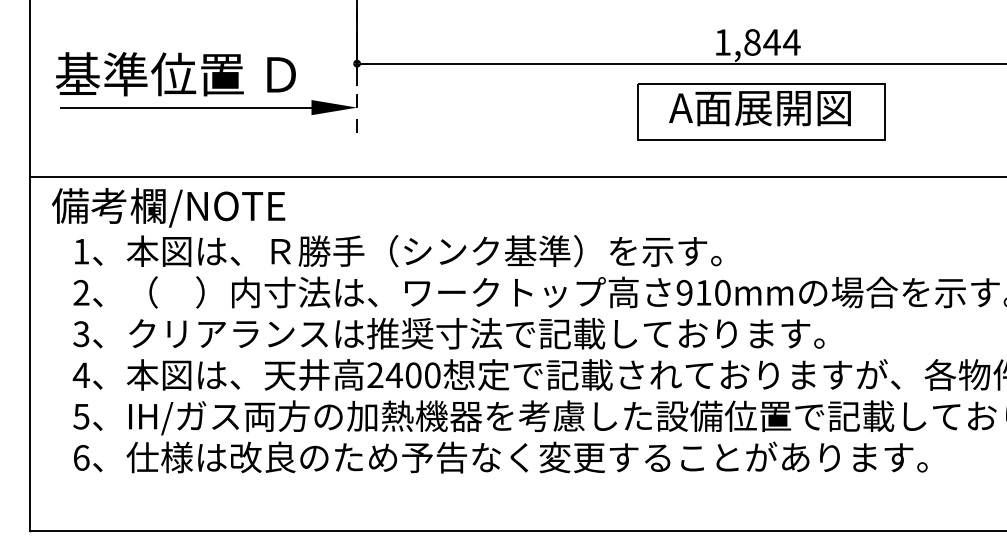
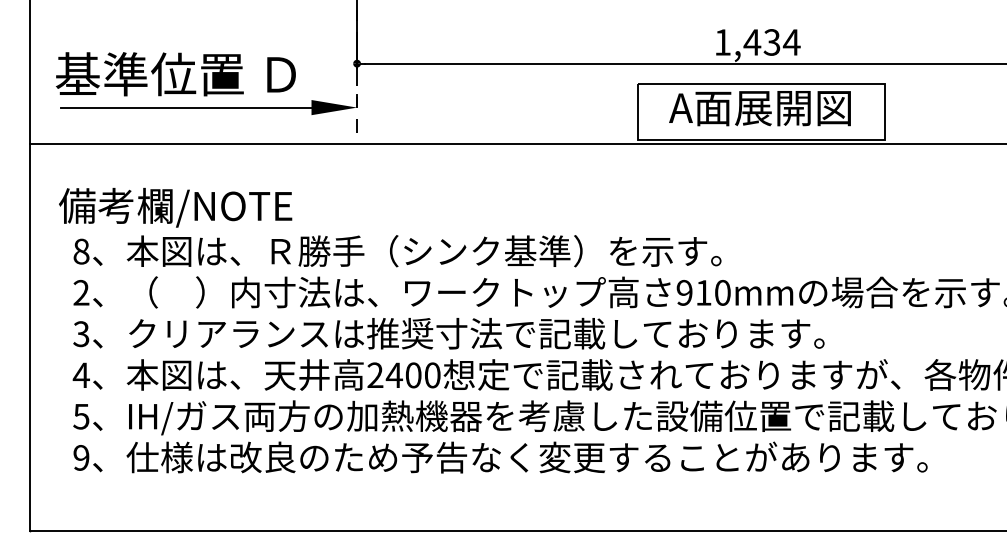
text at (761, 42): 1,844 -> 1,434
line at (516, 176) position: (516, 176) -> (516, 143)
text at (168, 207) position: (168, 207) -> (175, 207)
text at (81, 251): 1 -> 8
text at (81, 457): 6 -> 9
